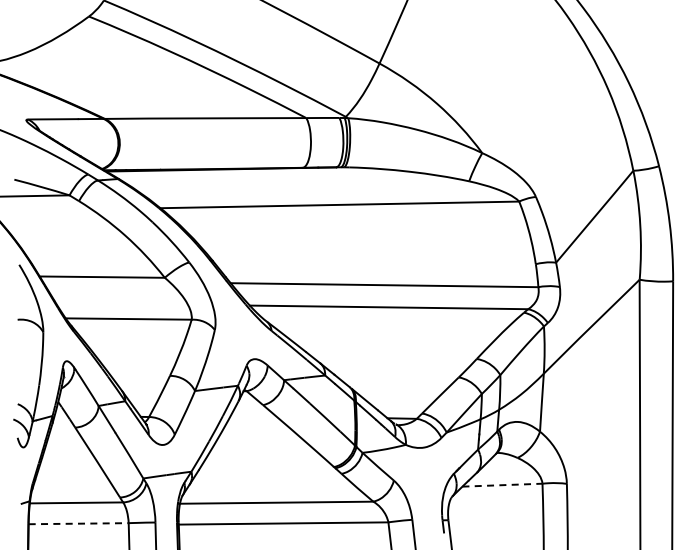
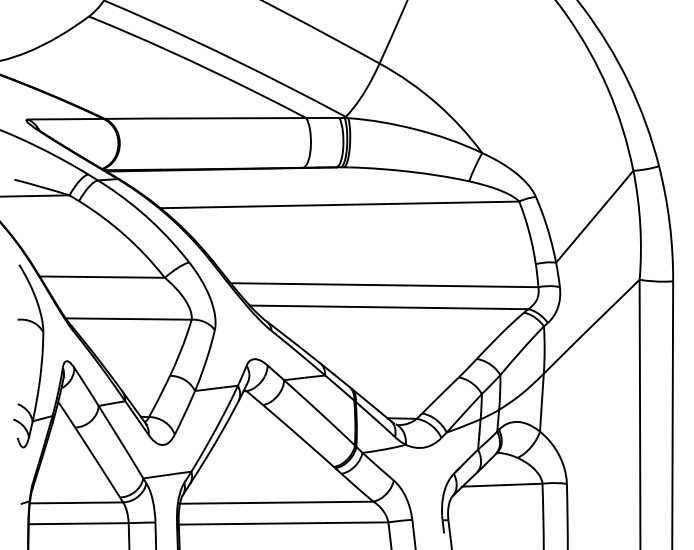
line at (502, 485): dashed -> solid
line at (78, 523): dashed -> solid
